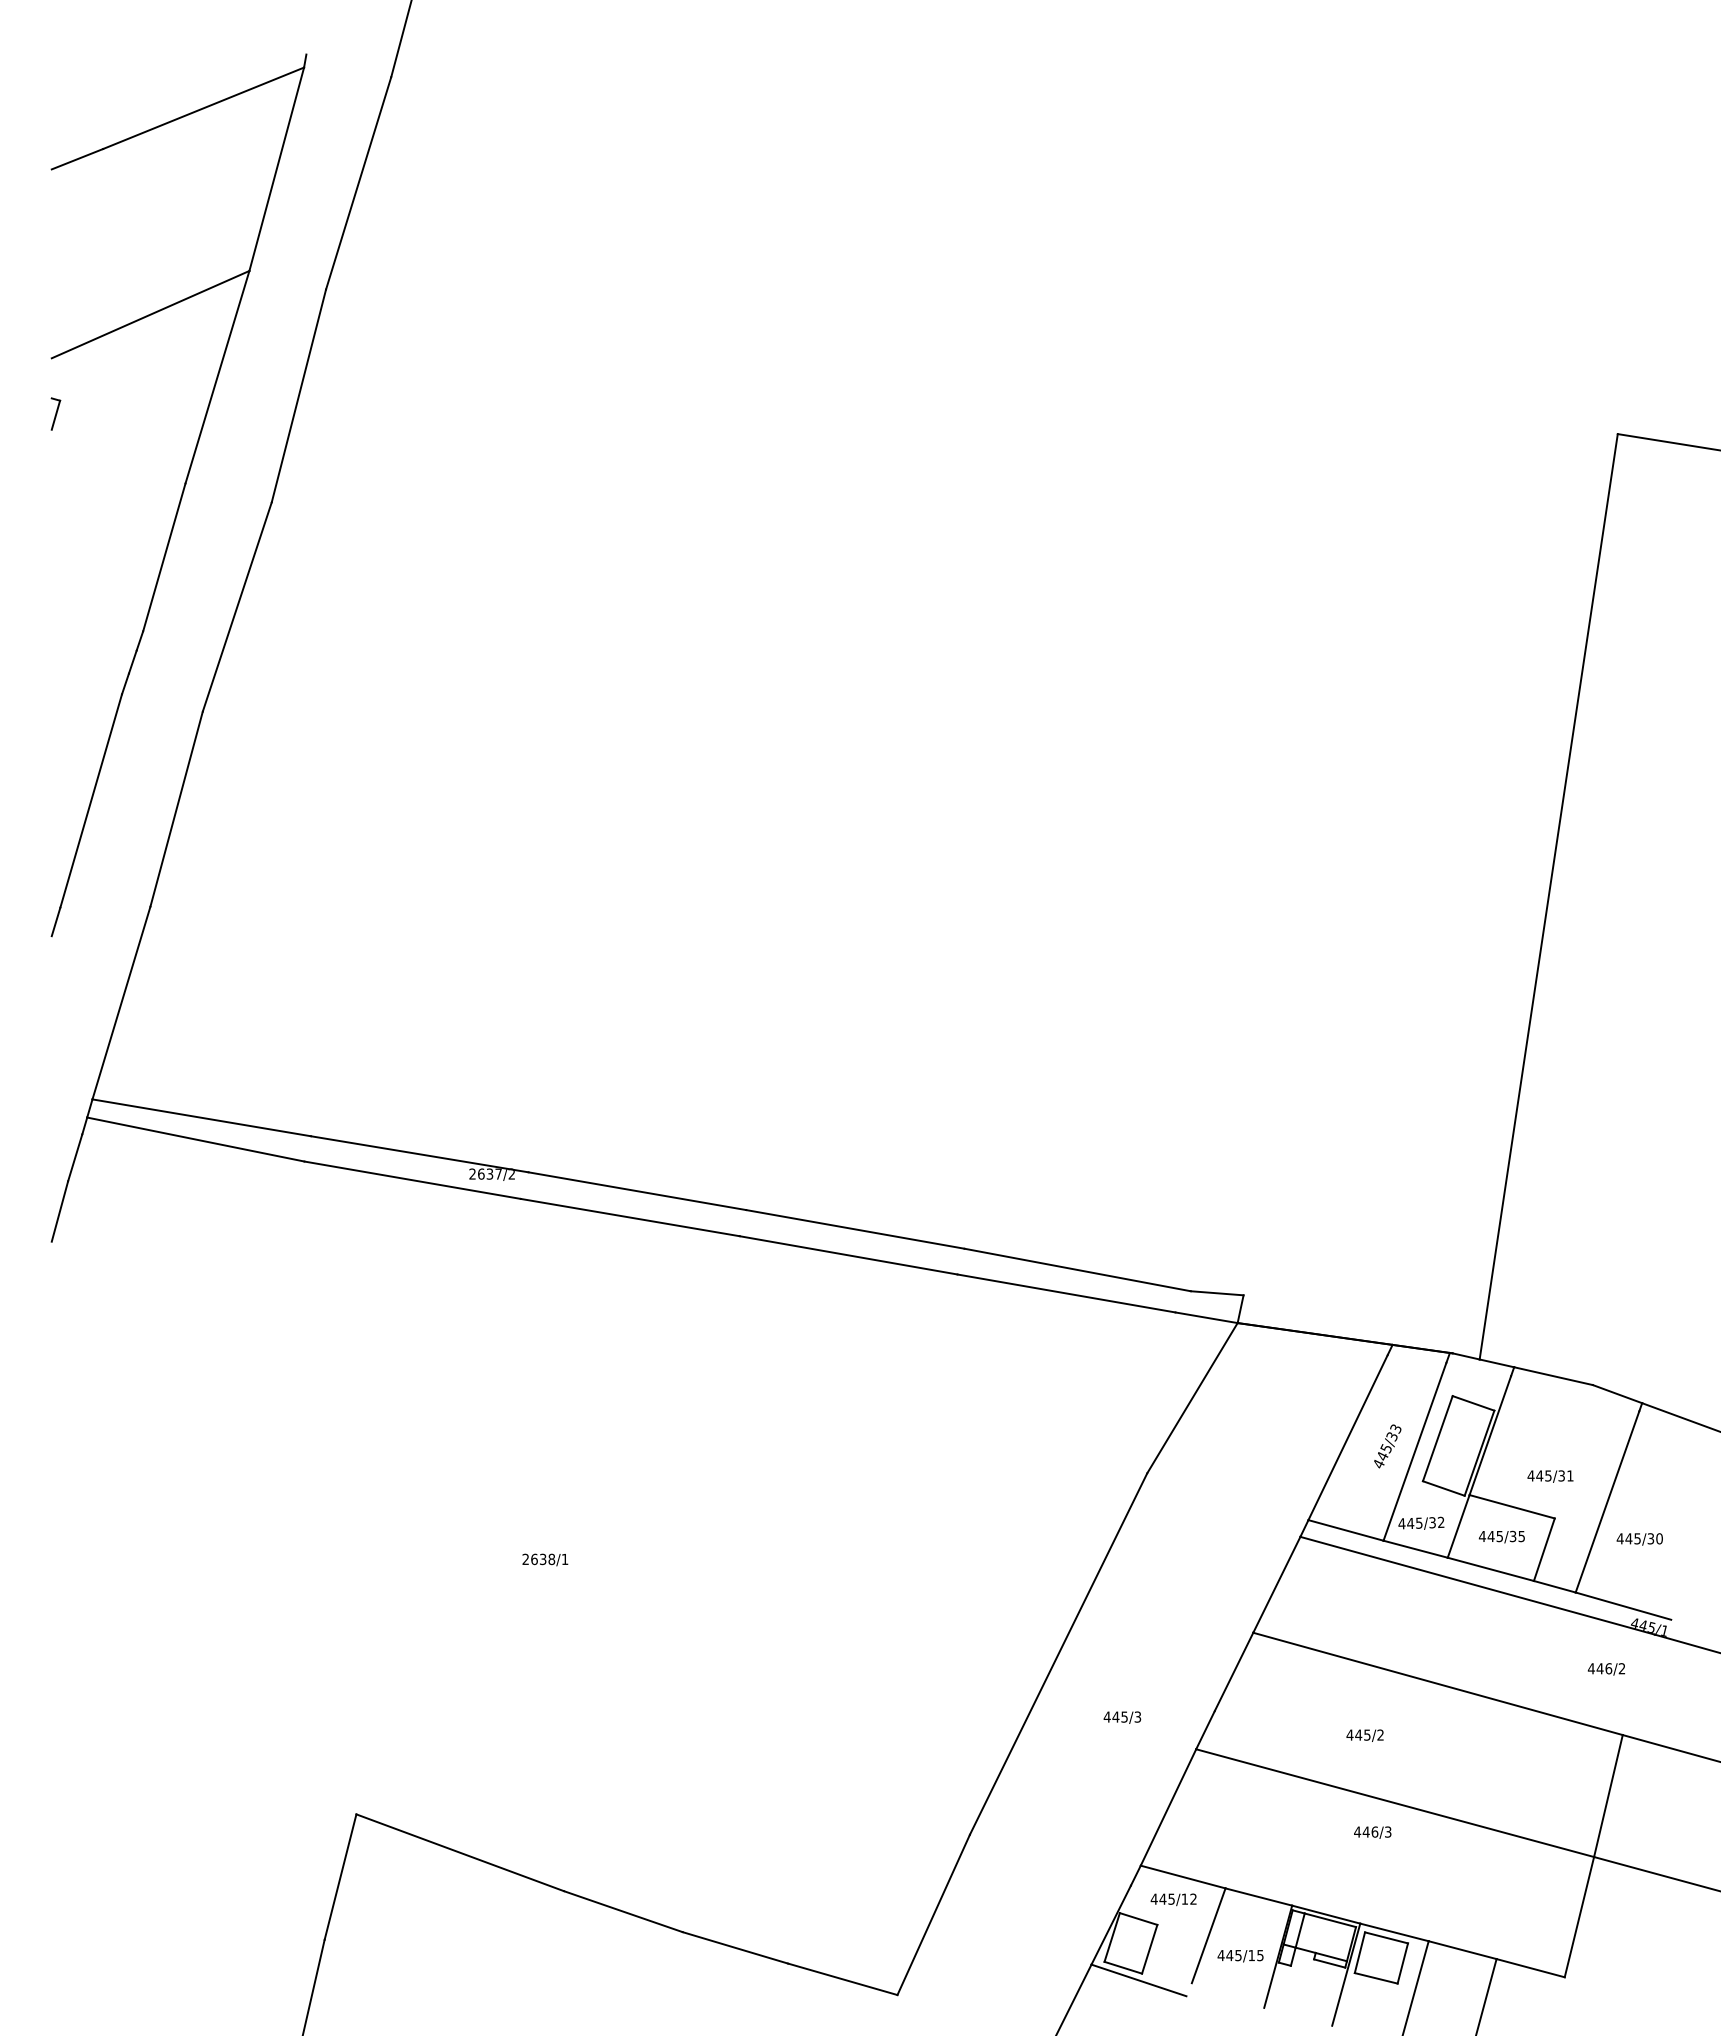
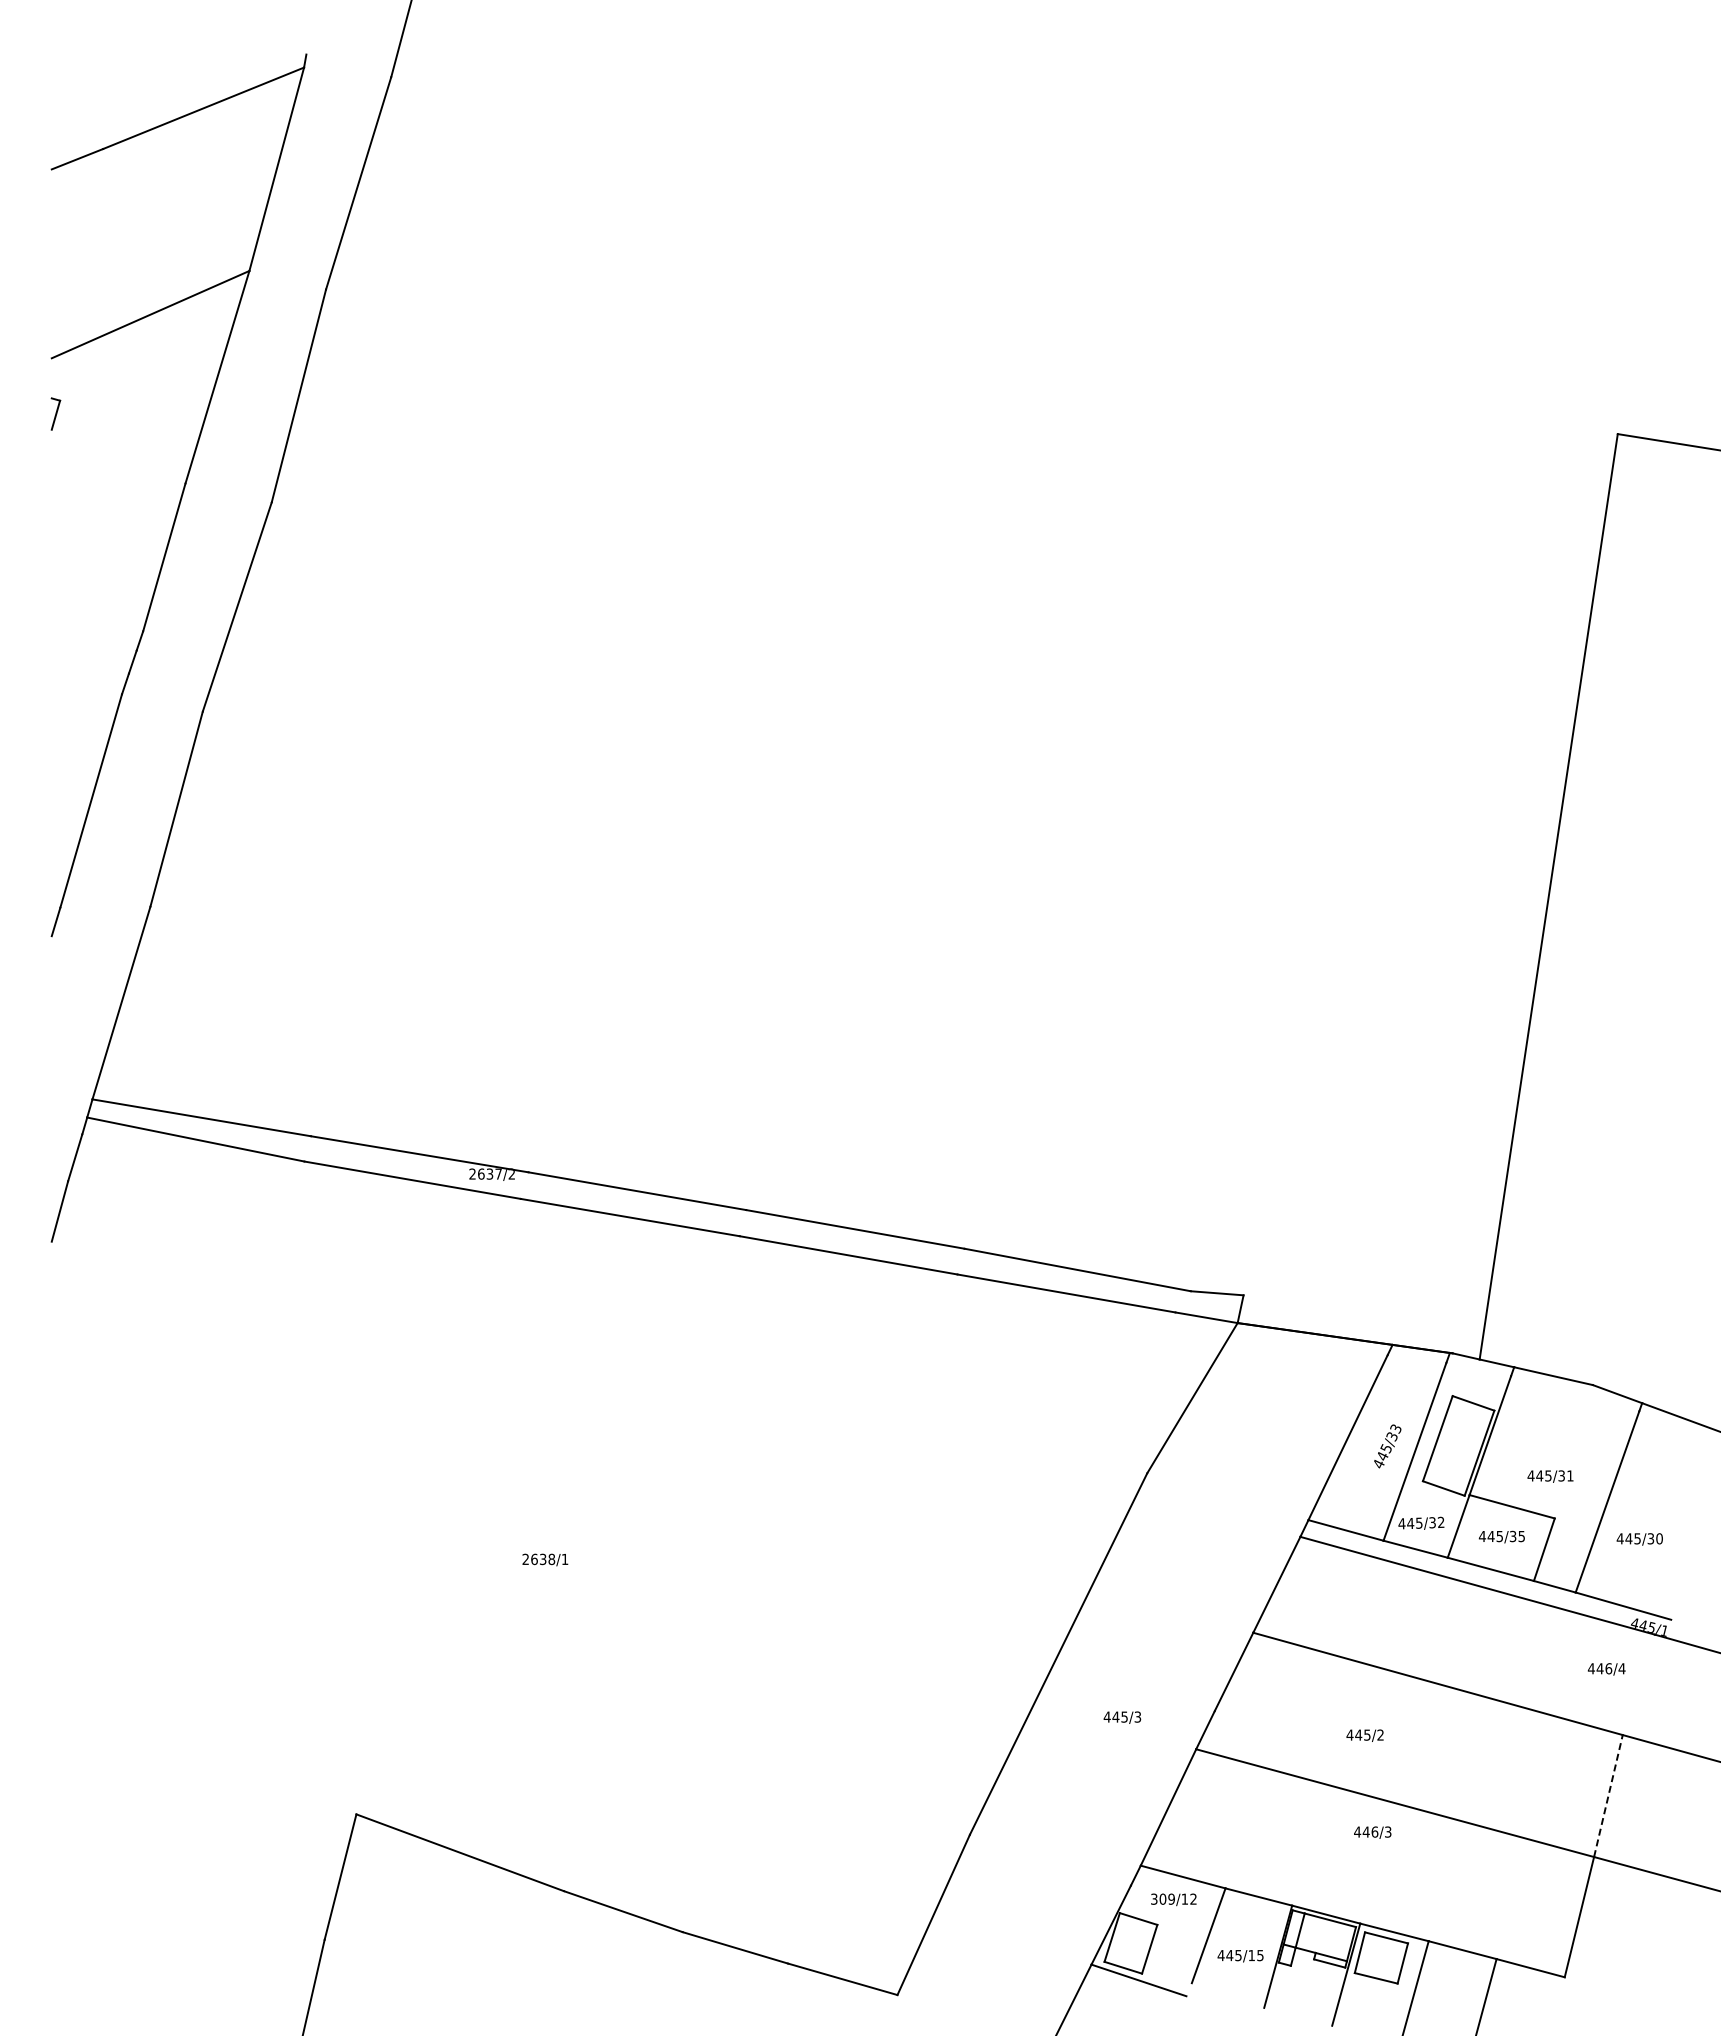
text at (1621, 1668): 446/2 -> 446/4
line at (1608, 1796): solid -> dashed
text at (1162, 1898): 445/12 -> 309/12
